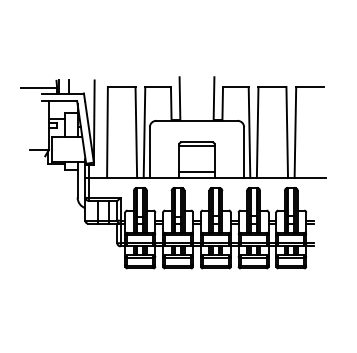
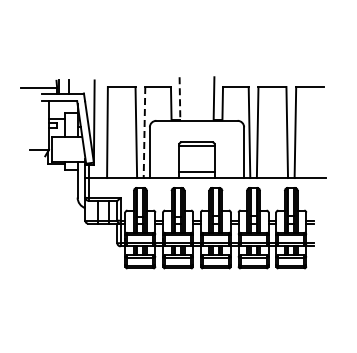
line at (179, 98): solid -> dashed
line at (144, 132): solid -> dashed
